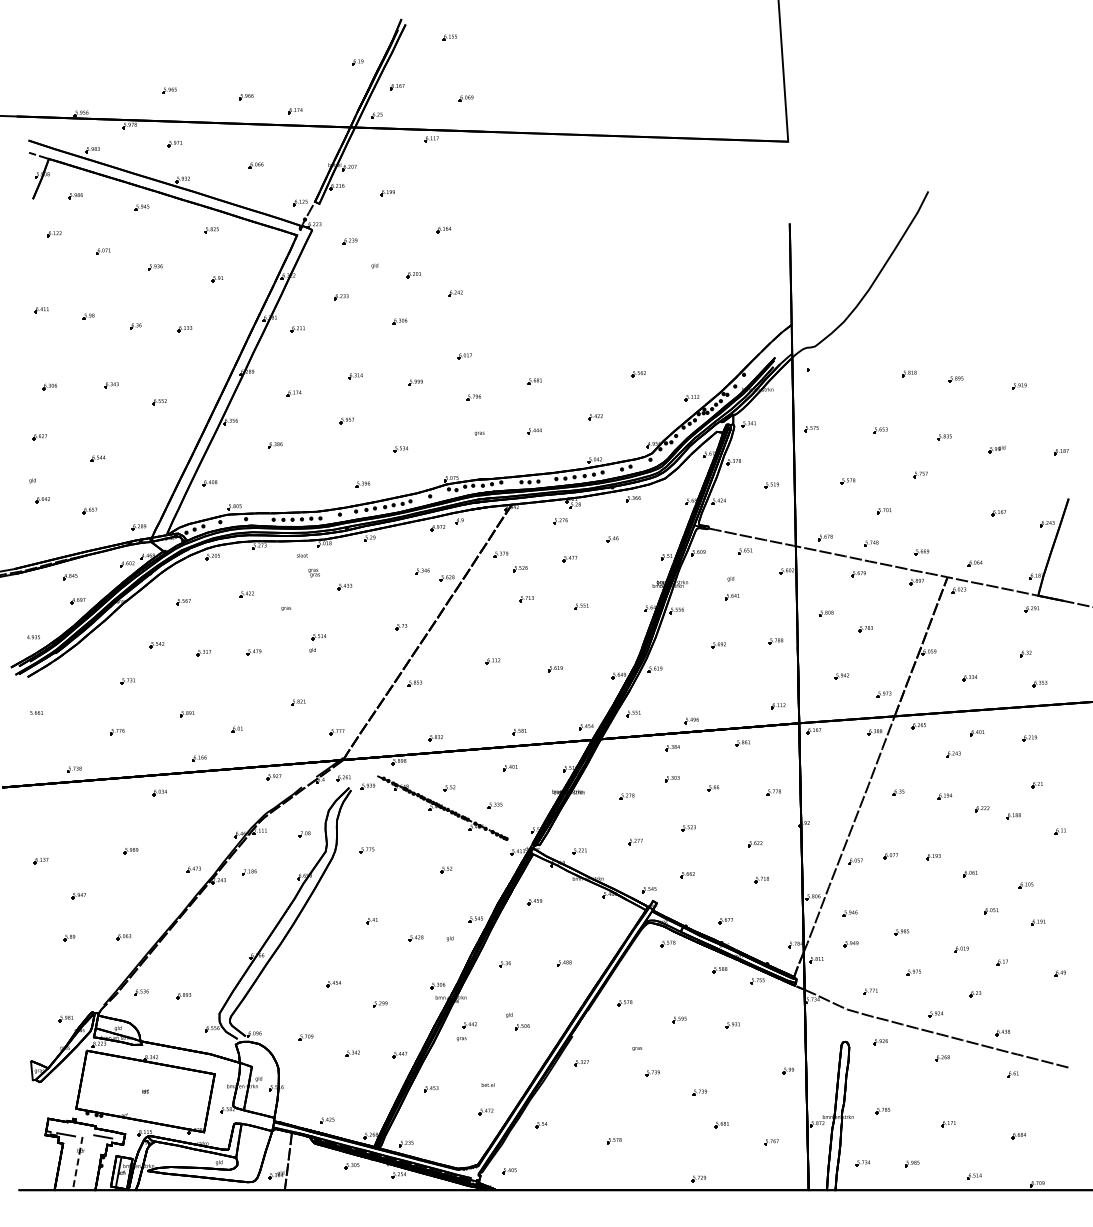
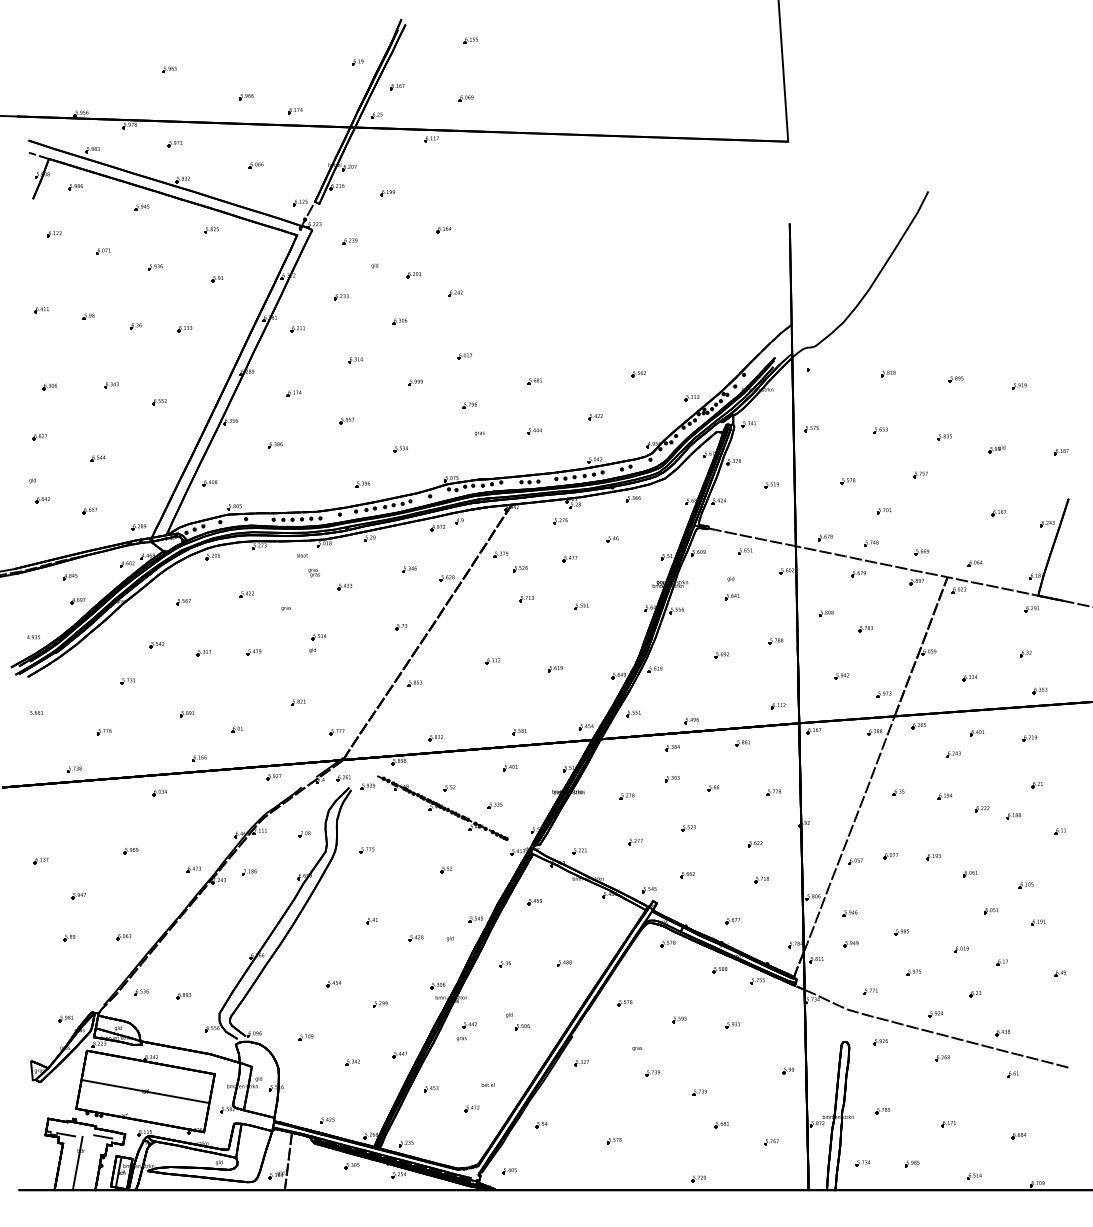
part at (449, 37) position: (449, 37) -> (470, 40)
part at (169, 90) position: (169, 90) -> (169, 69)
part at (75, 196) position: (75, 196) -> (75, 187)
part at (909, 373) position: (909, 373) -> (888, 373)
part at (355, 376) position: (355, 376) -> (355, 360)
part at (473, 397) position: (473, 397) -> (469, 405)
part at (422, 571) position: (422, 571) -> (409, 569)
part at (718, 645) position: (718, 645) -> (721, 655)
part at (1039, 683) position: (1039, 683) -> (1039, 690)
part at (117, 732) position: (117, 732) -> (104, 732)
part at (725, 921) position: (725, 921) -> (732, 921)
part at (352, 1053) position: (352, 1053) -> (352, 1062)
line at (145, 1091): none -> present
part at (485, 1111) position: (485, 1111) -> (471, 1108)
line at (77, 1164): dashed -> solid
